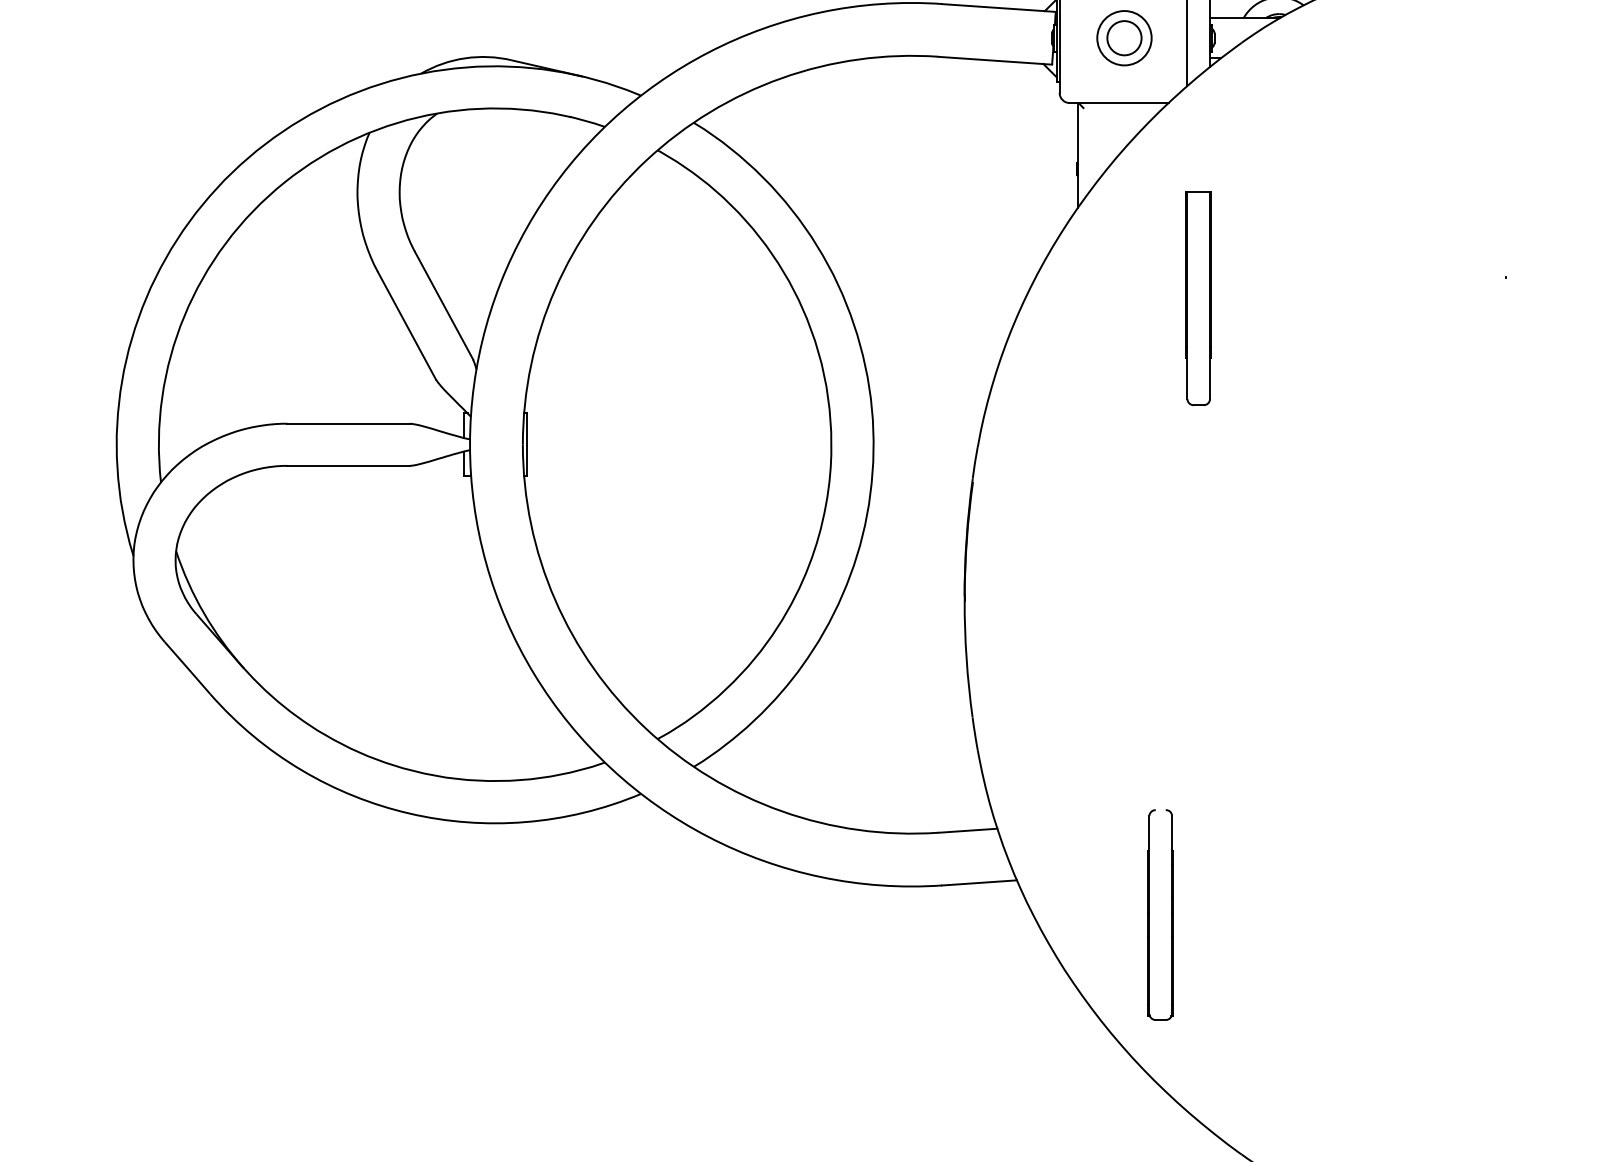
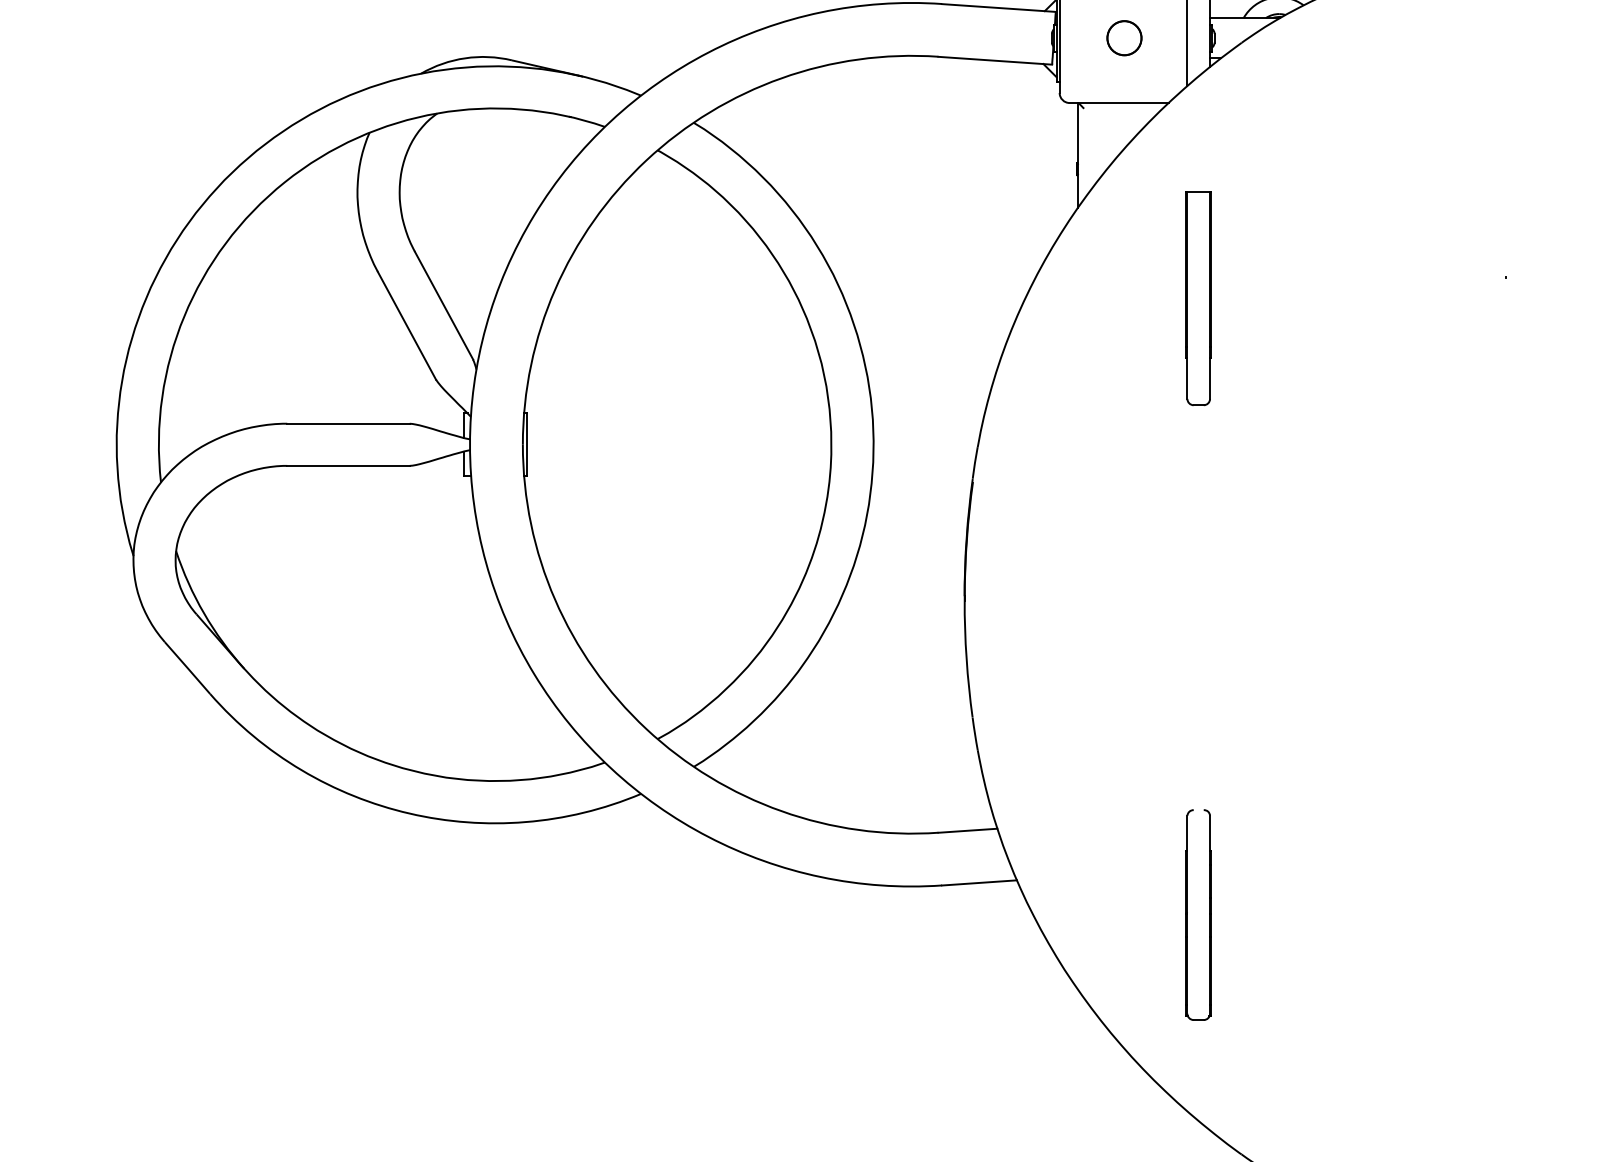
circle at (1124, 38) diameter: 54 px -> 34 px
part at (1149, 914) position: (1149, 914) -> (1187, 914)
